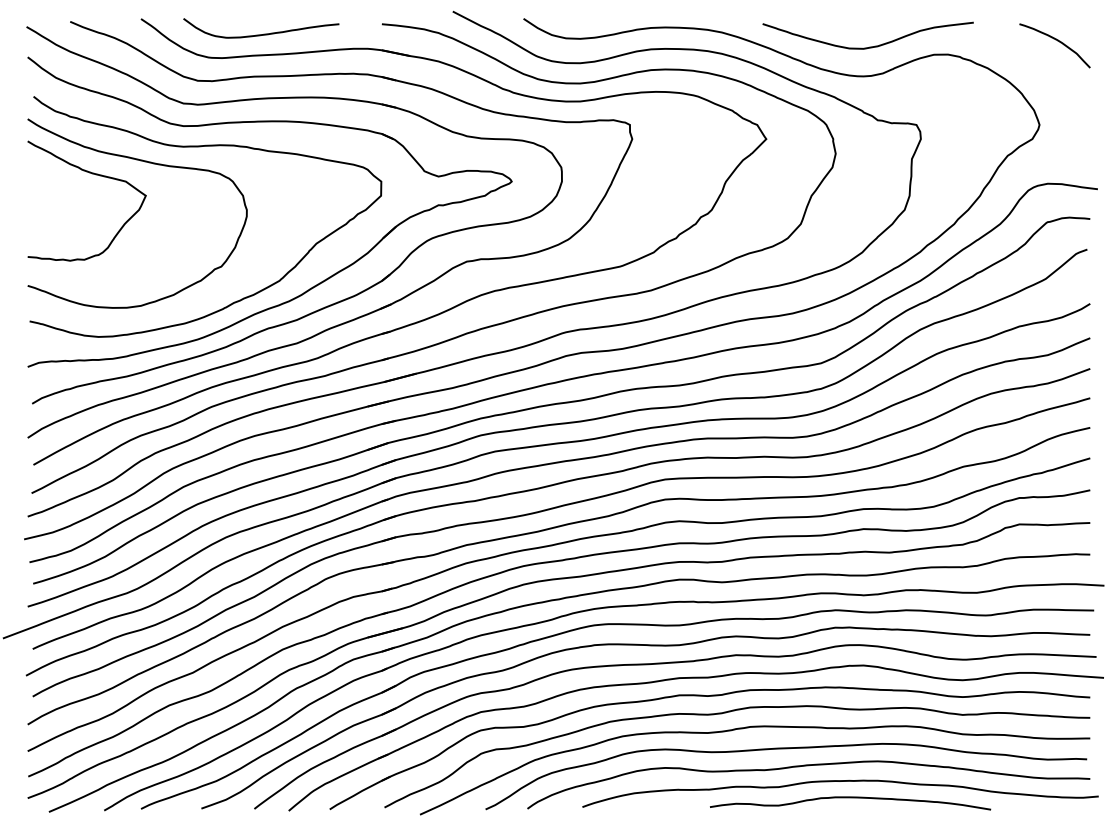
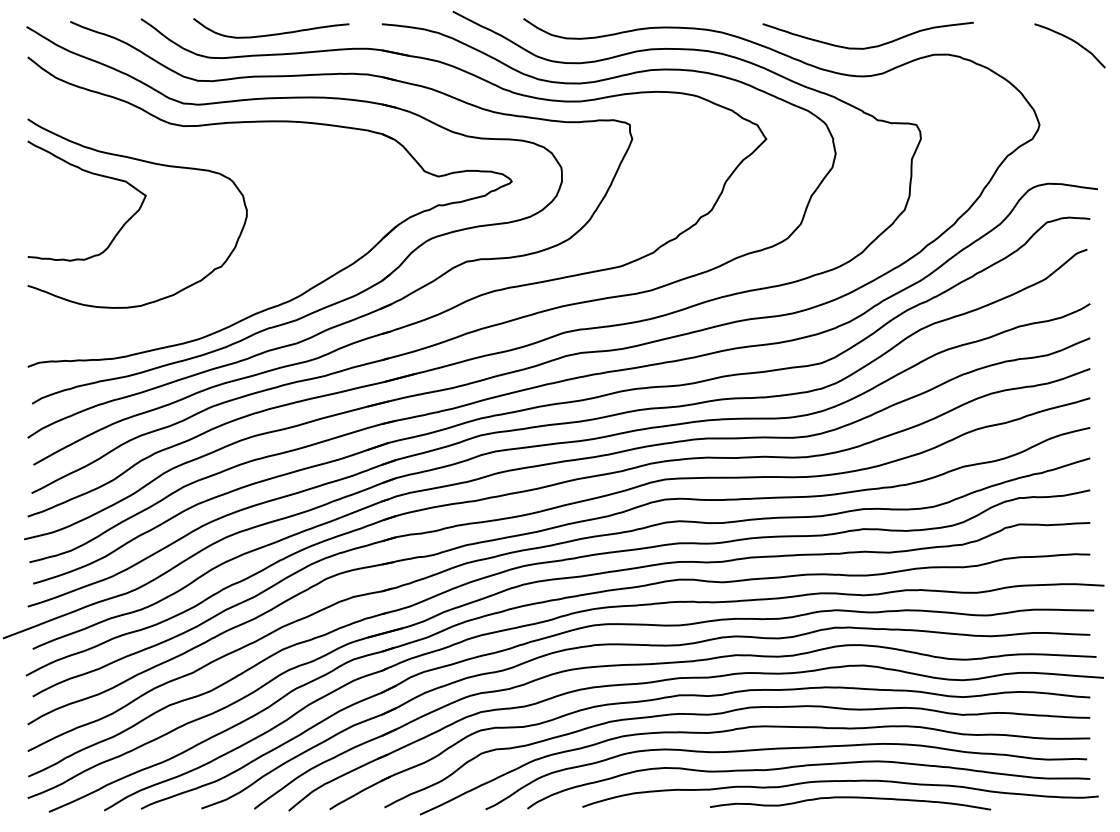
curve at (263, 33) position: (263, 33) -> (273, 33)
curve at (1057, 41) position: (1057, 41) -> (1072, 41)
curve at (200, 147): present -> none
